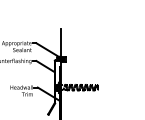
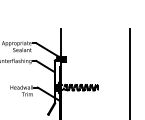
line at (129, 72): none -> present
